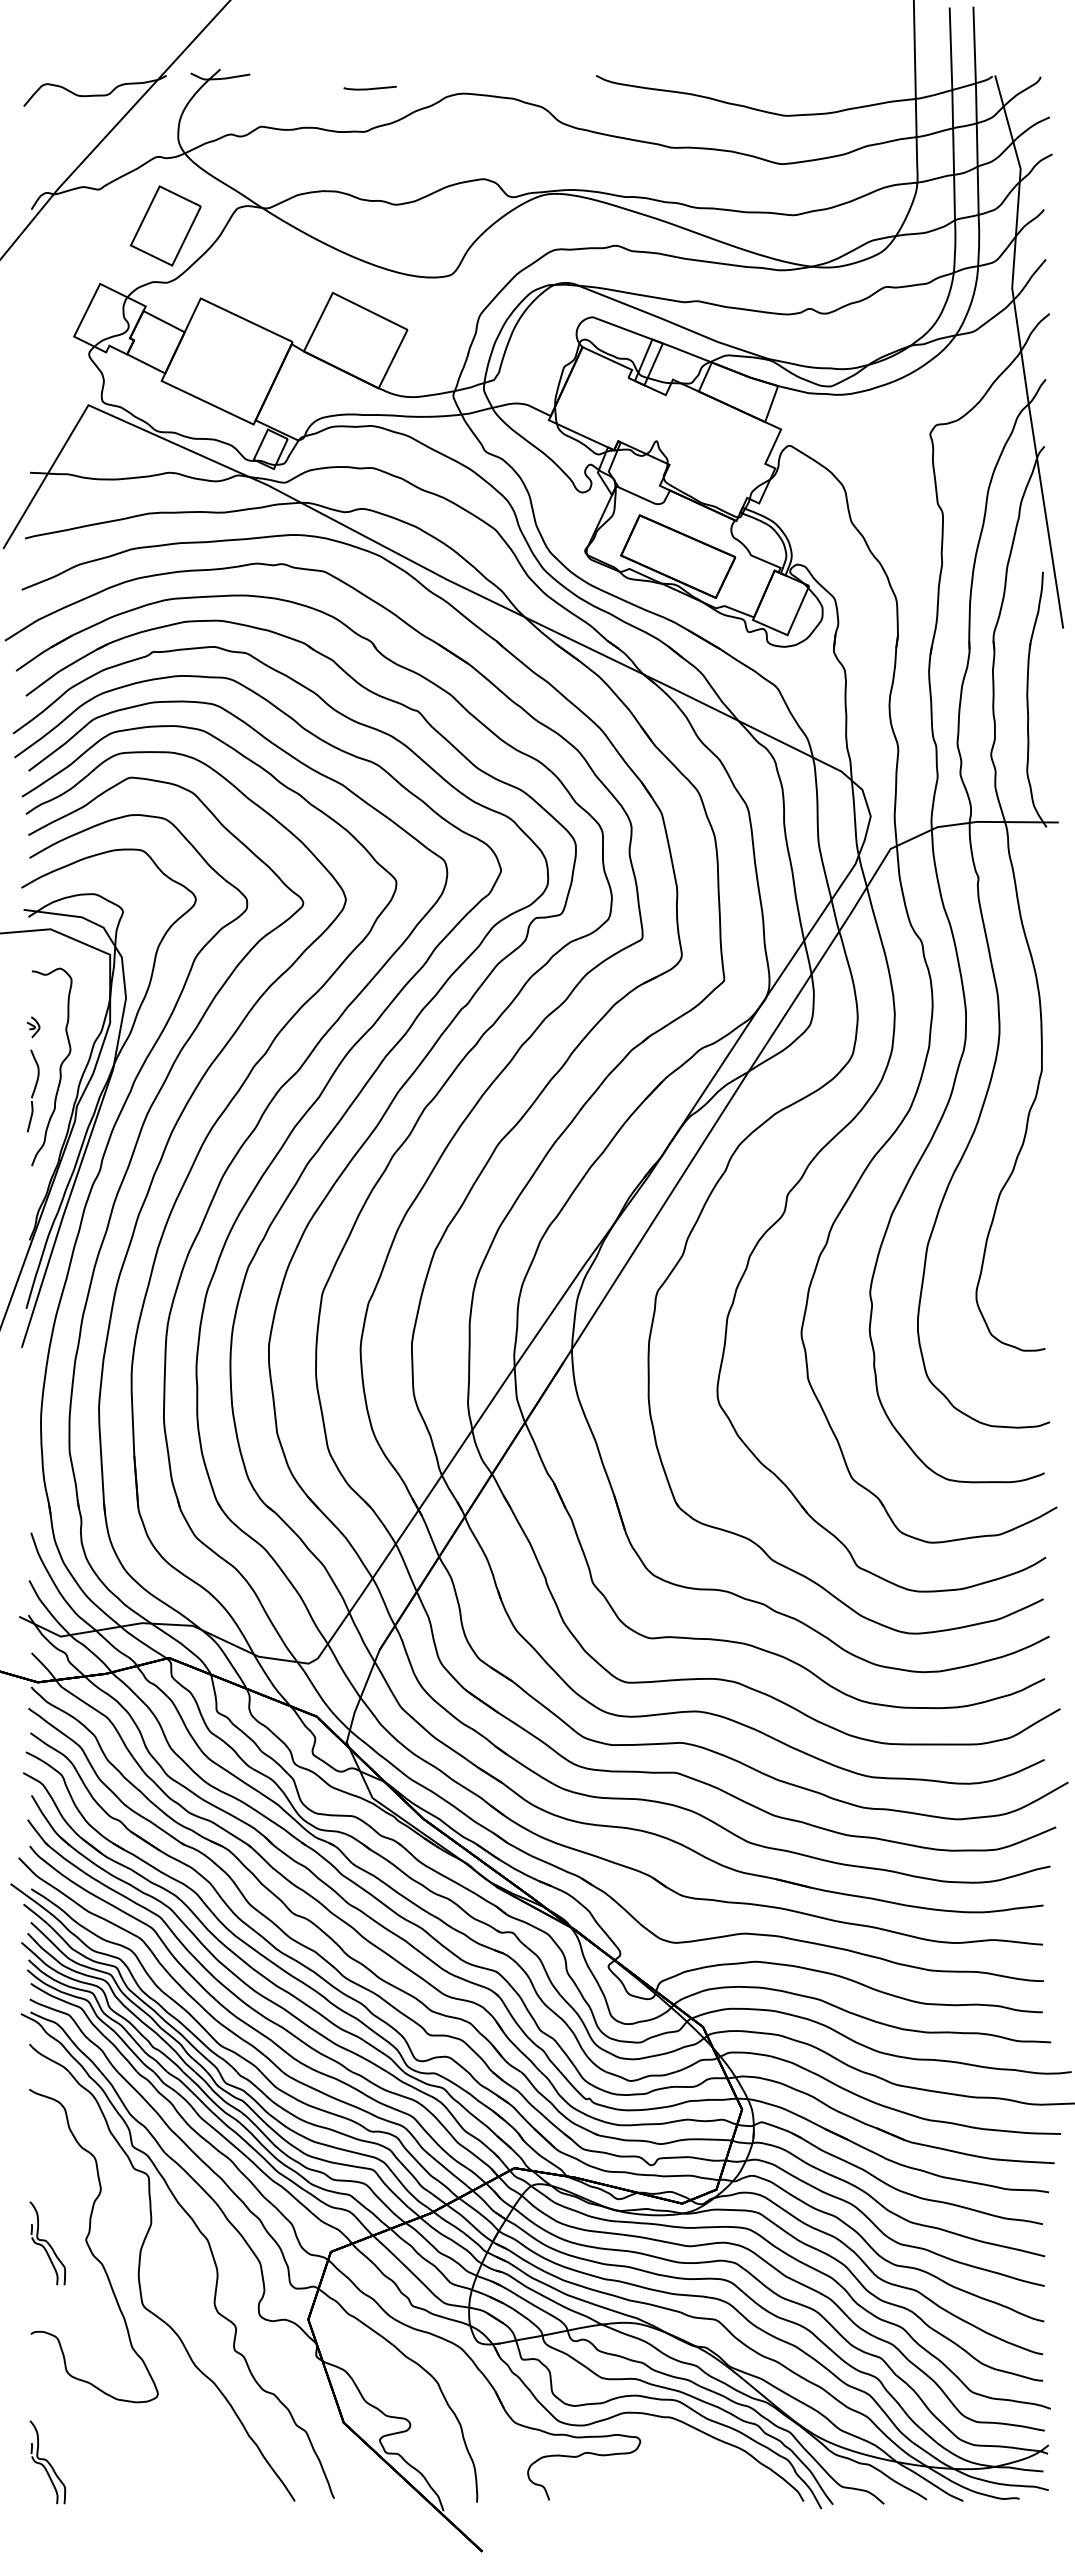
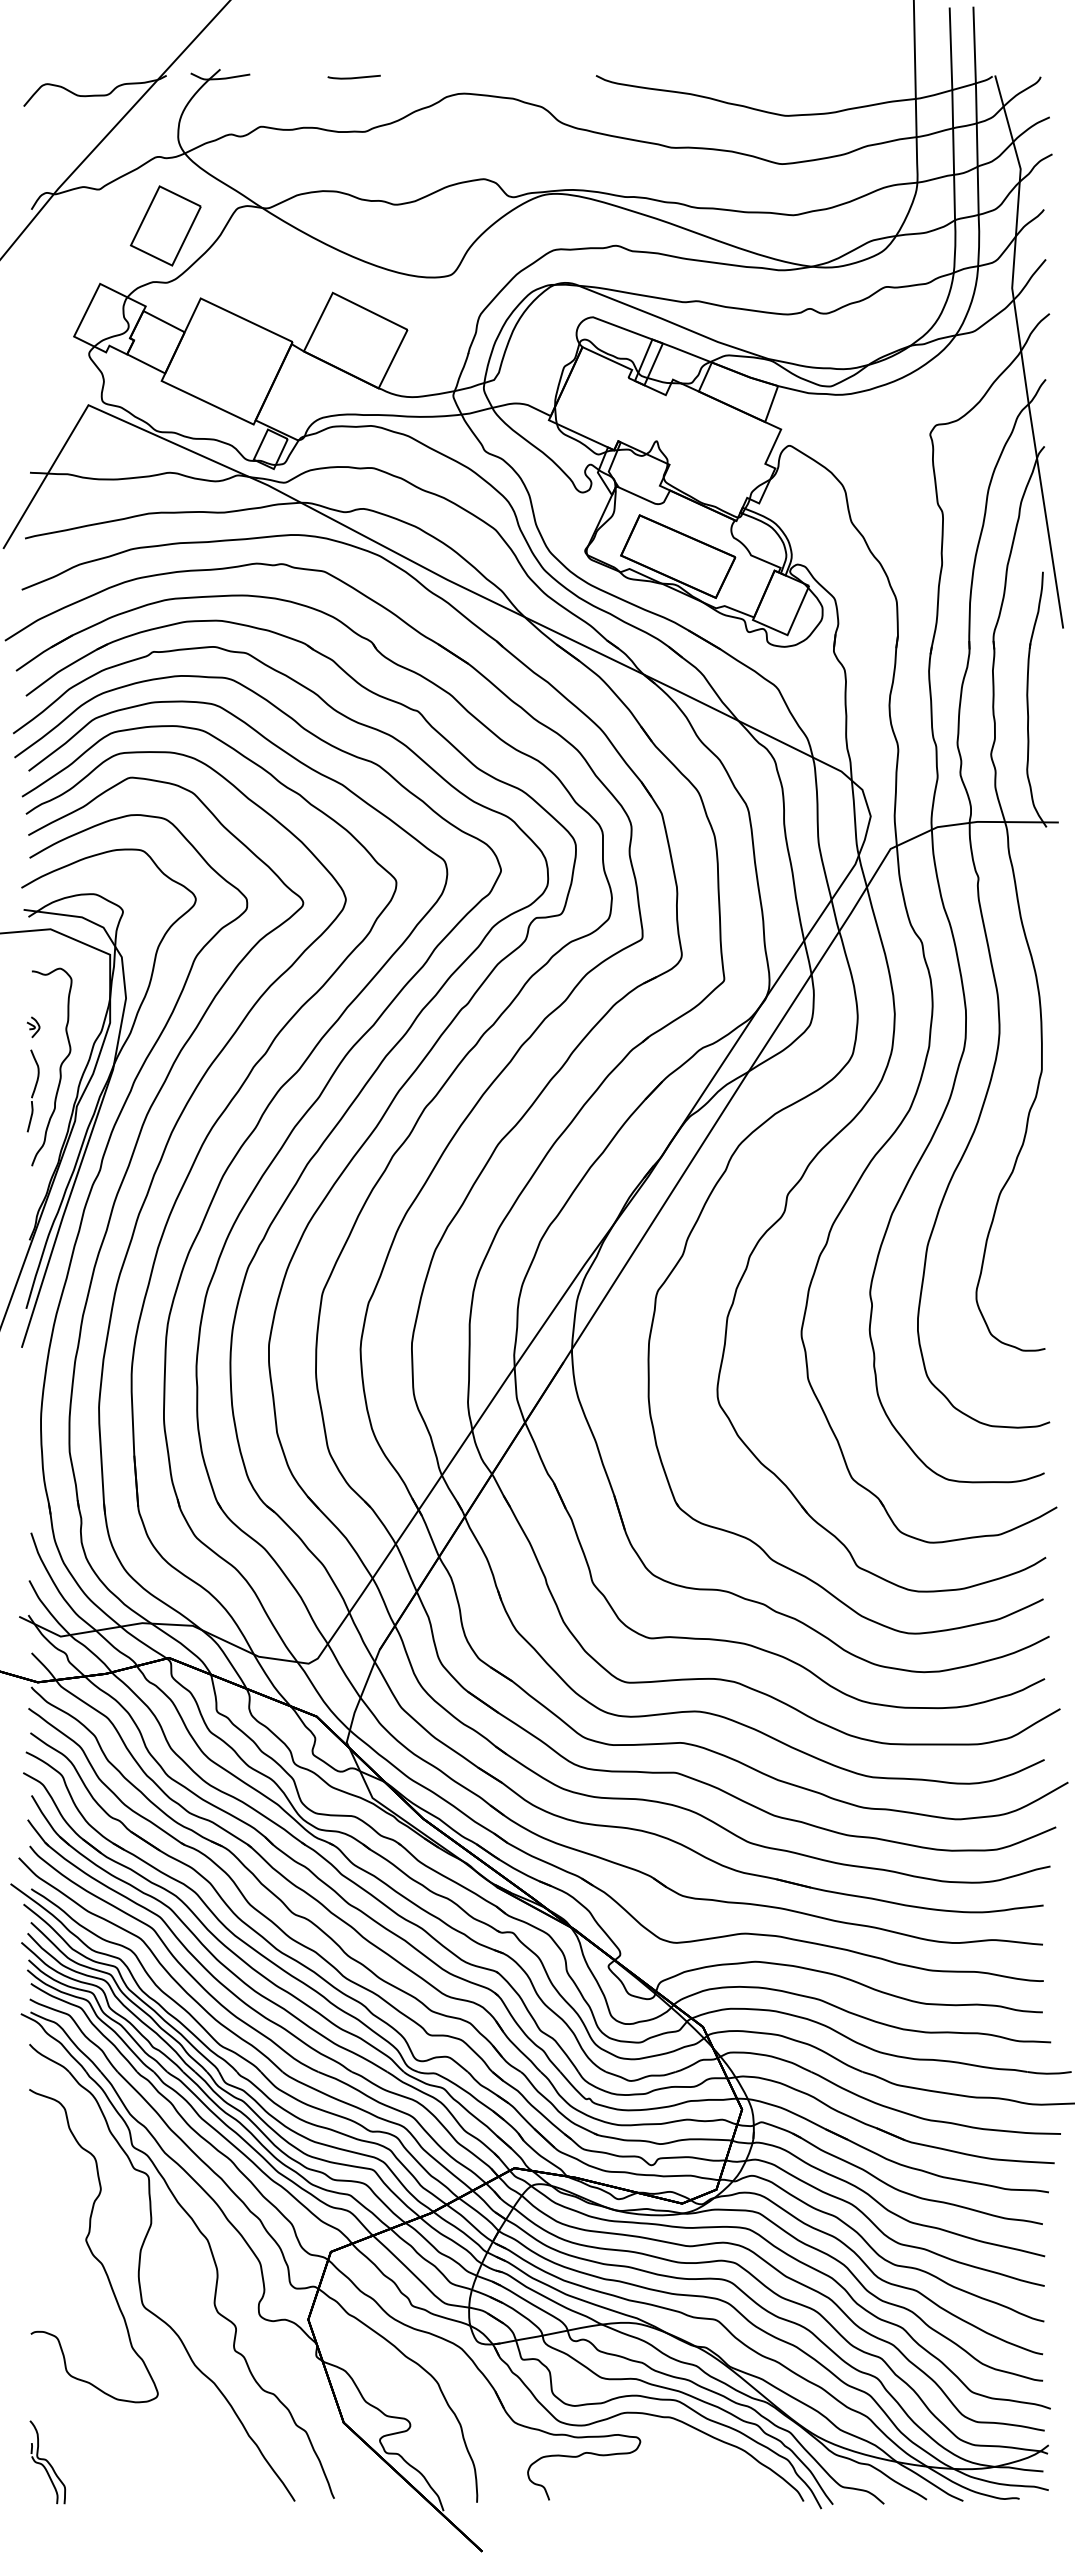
curve at (369, 88) position: (369, 88) -> (353, 77)
part at (47, 2243): present -> none
